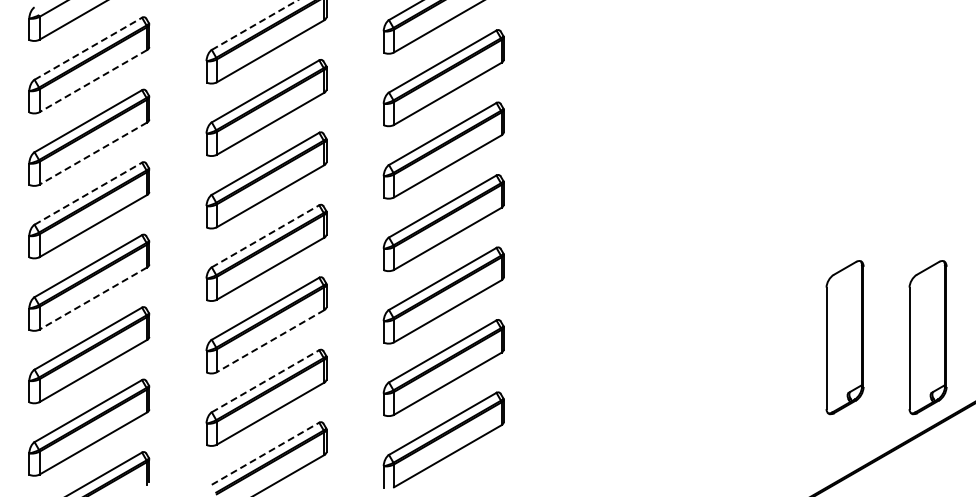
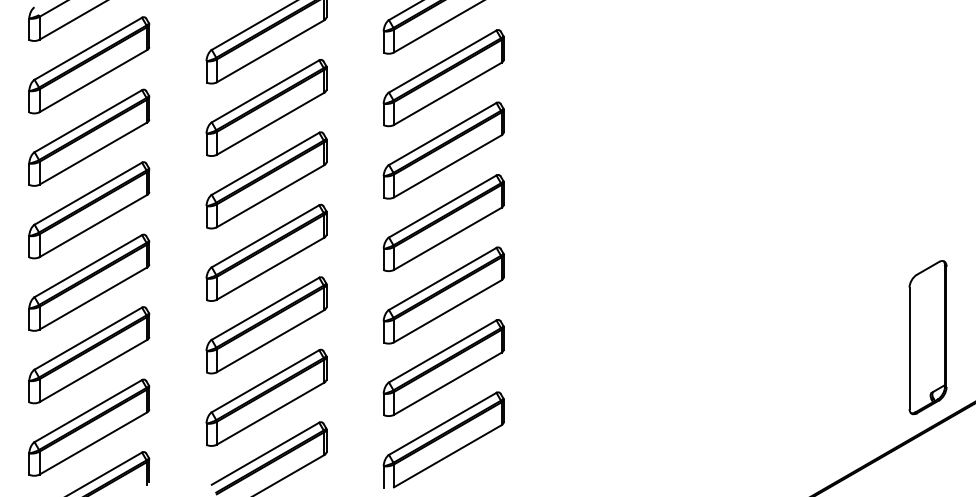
line at (254, 25): dashed -> solid
line at (88, 48): dashed -> solid
line at (92, 81): dashed -> solid
line at (92, 153): dashed -> solid
line at (88, 193): dashed -> solid
line at (265, 236): dashed -> solid
line at (92, 298): dashed -> solid
part at (844, 337): present -> none
line at (270, 341): dashed -> solid
line at (265, 381): dashed -> solid
line at (265, 453): dashed -> solid
